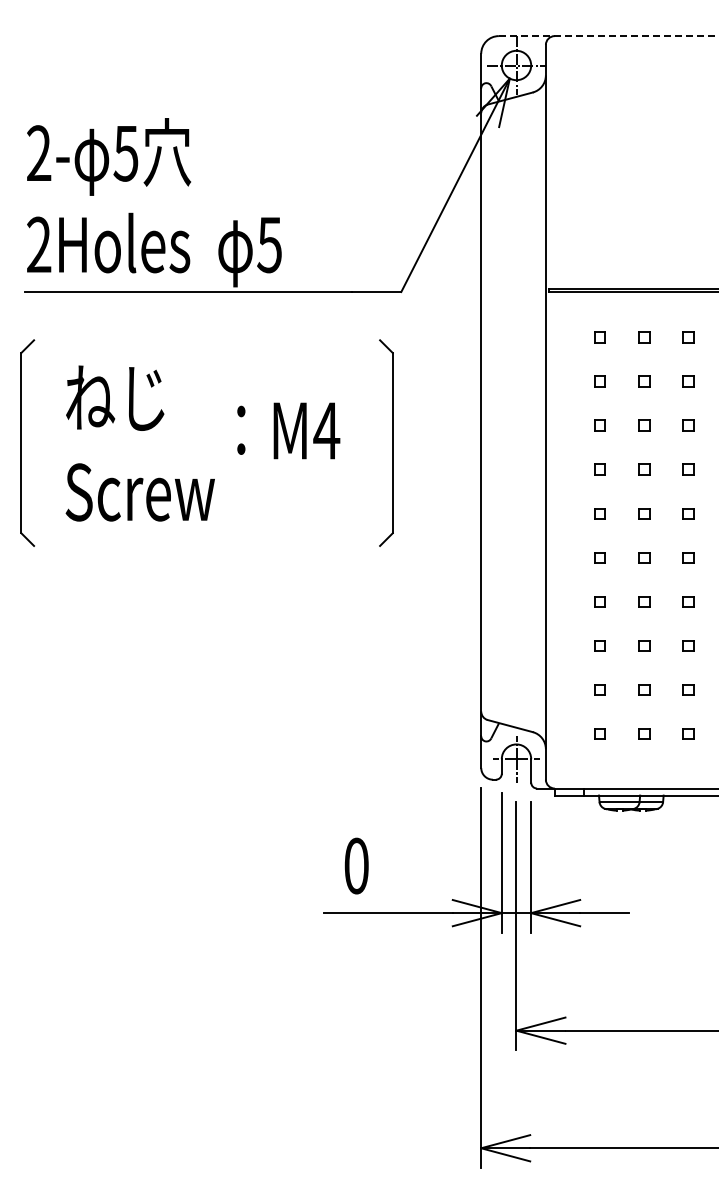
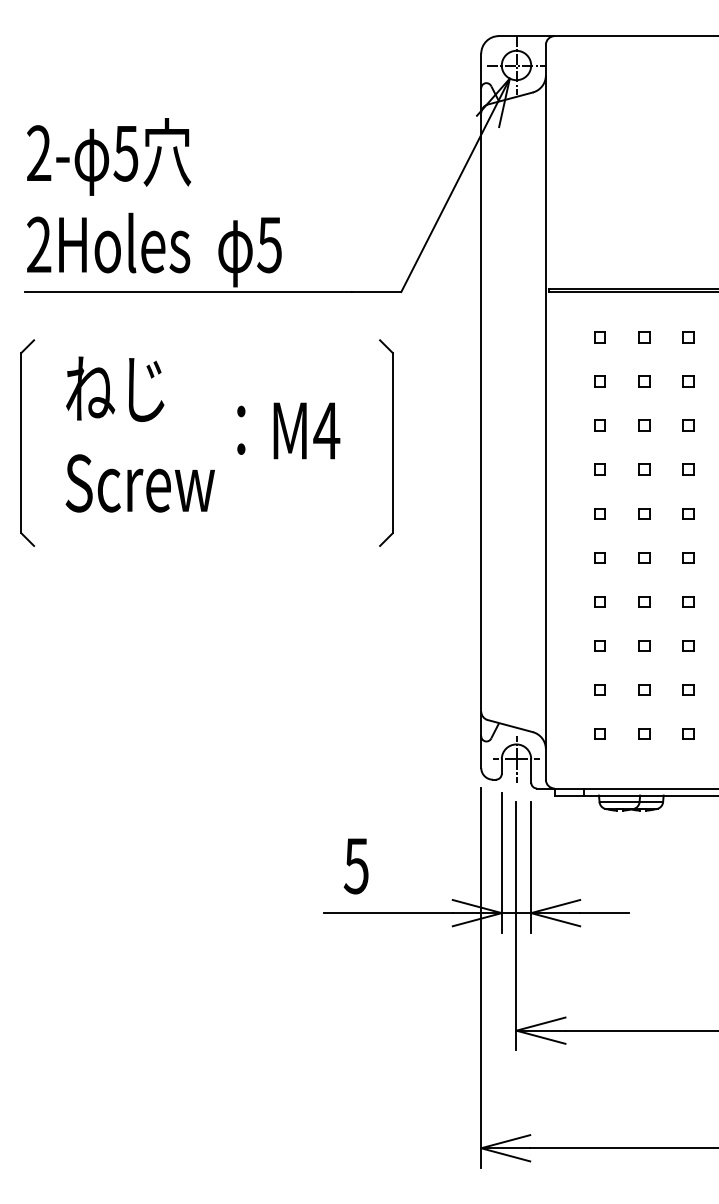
line at (608, 36): dashed -> solid
text at (139, 443) position: (139, 443) -> (139, 434)
text at (355, 865): 0 -> 5
